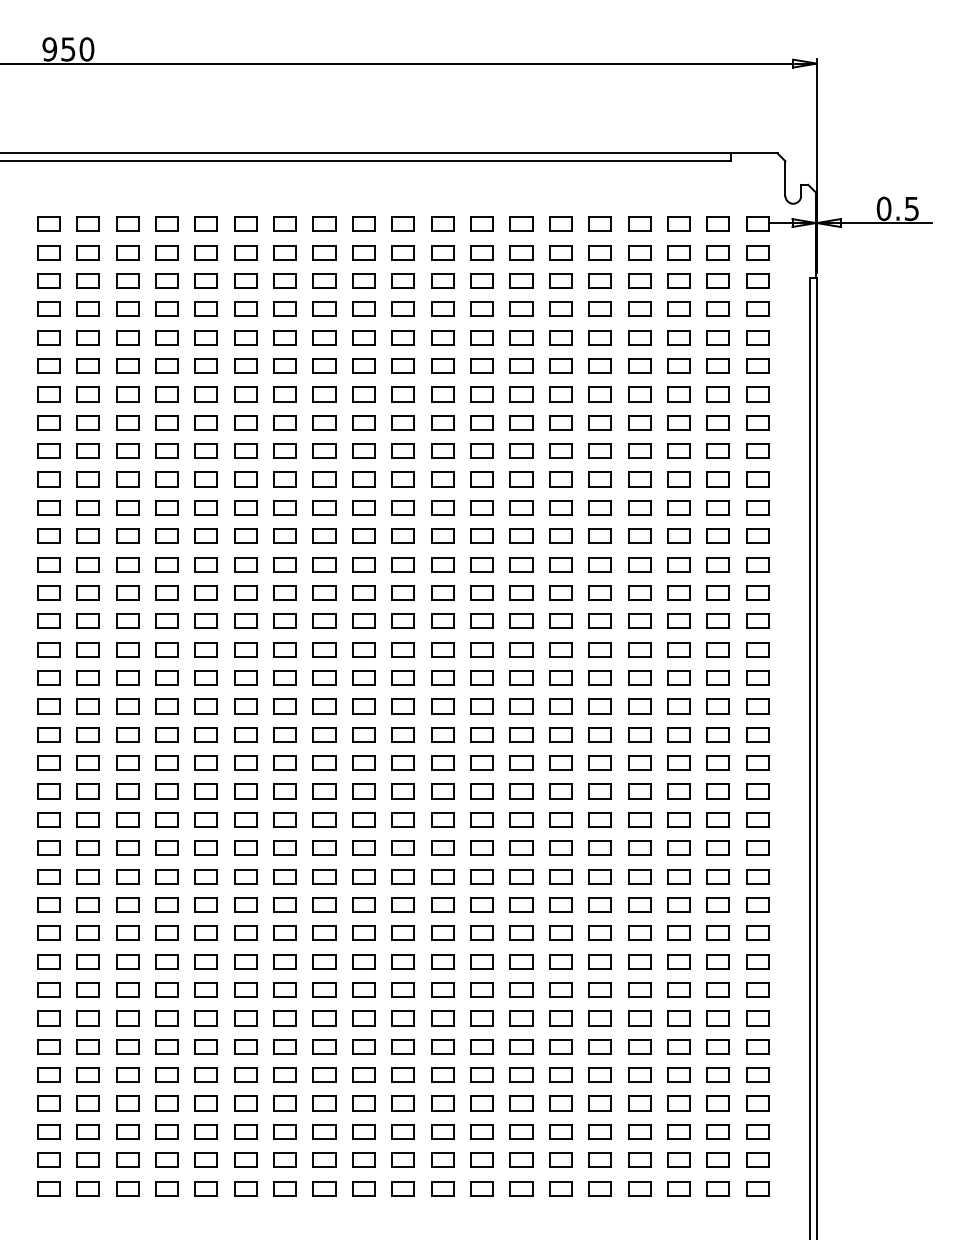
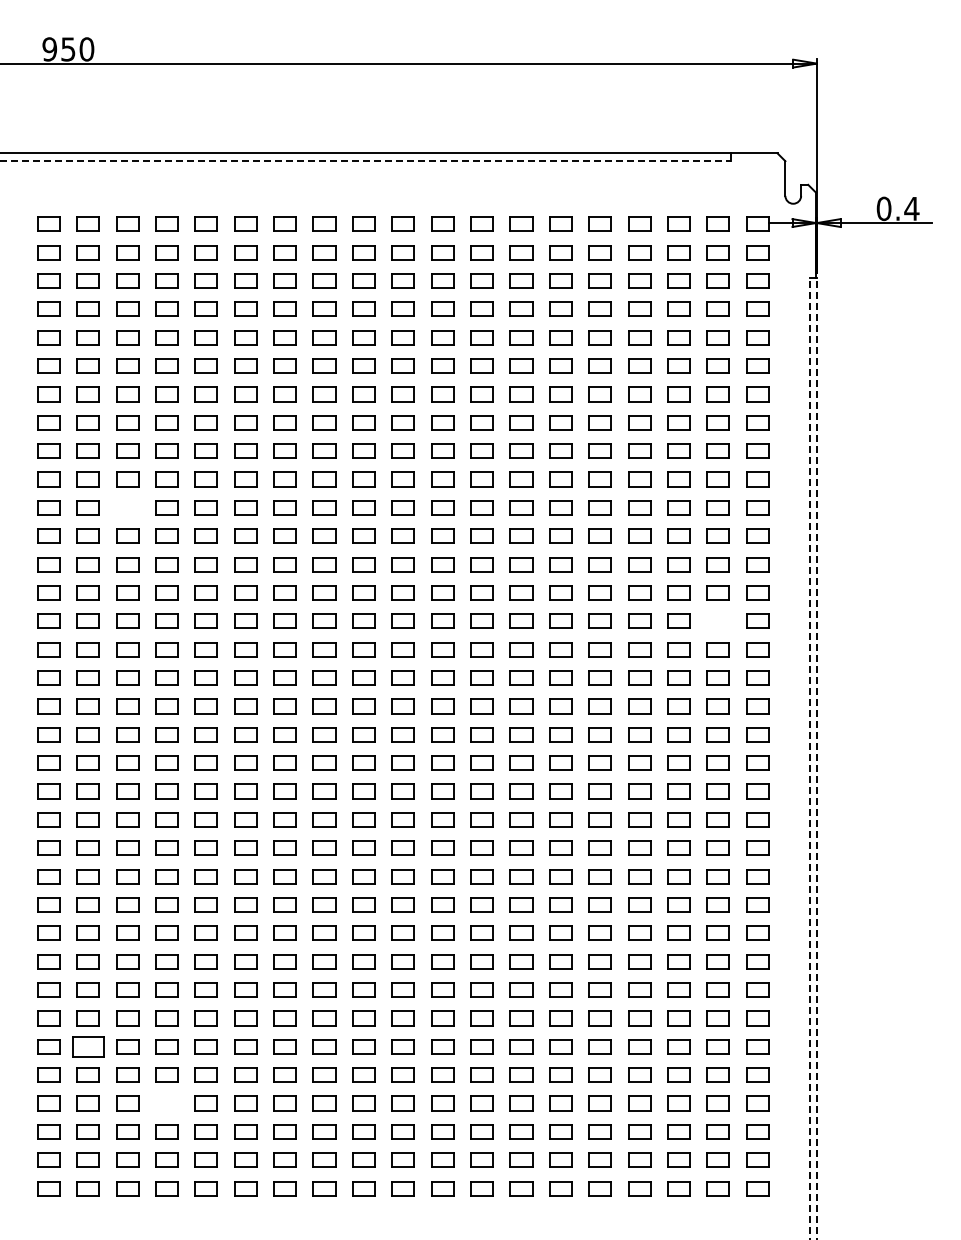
line at (366, 160): solid -> dashed
text at (911, 209): 0.5 -> 0.4
part at (127, 507): present -> none
part at (717, 620): present -> none
line at (809, 758): solid -> dashed
line at (816, 758): solid -> dashed
part at (87, 1046) size: 24x16 px -> 33x22 px
part at (166, 1103): present -> none
